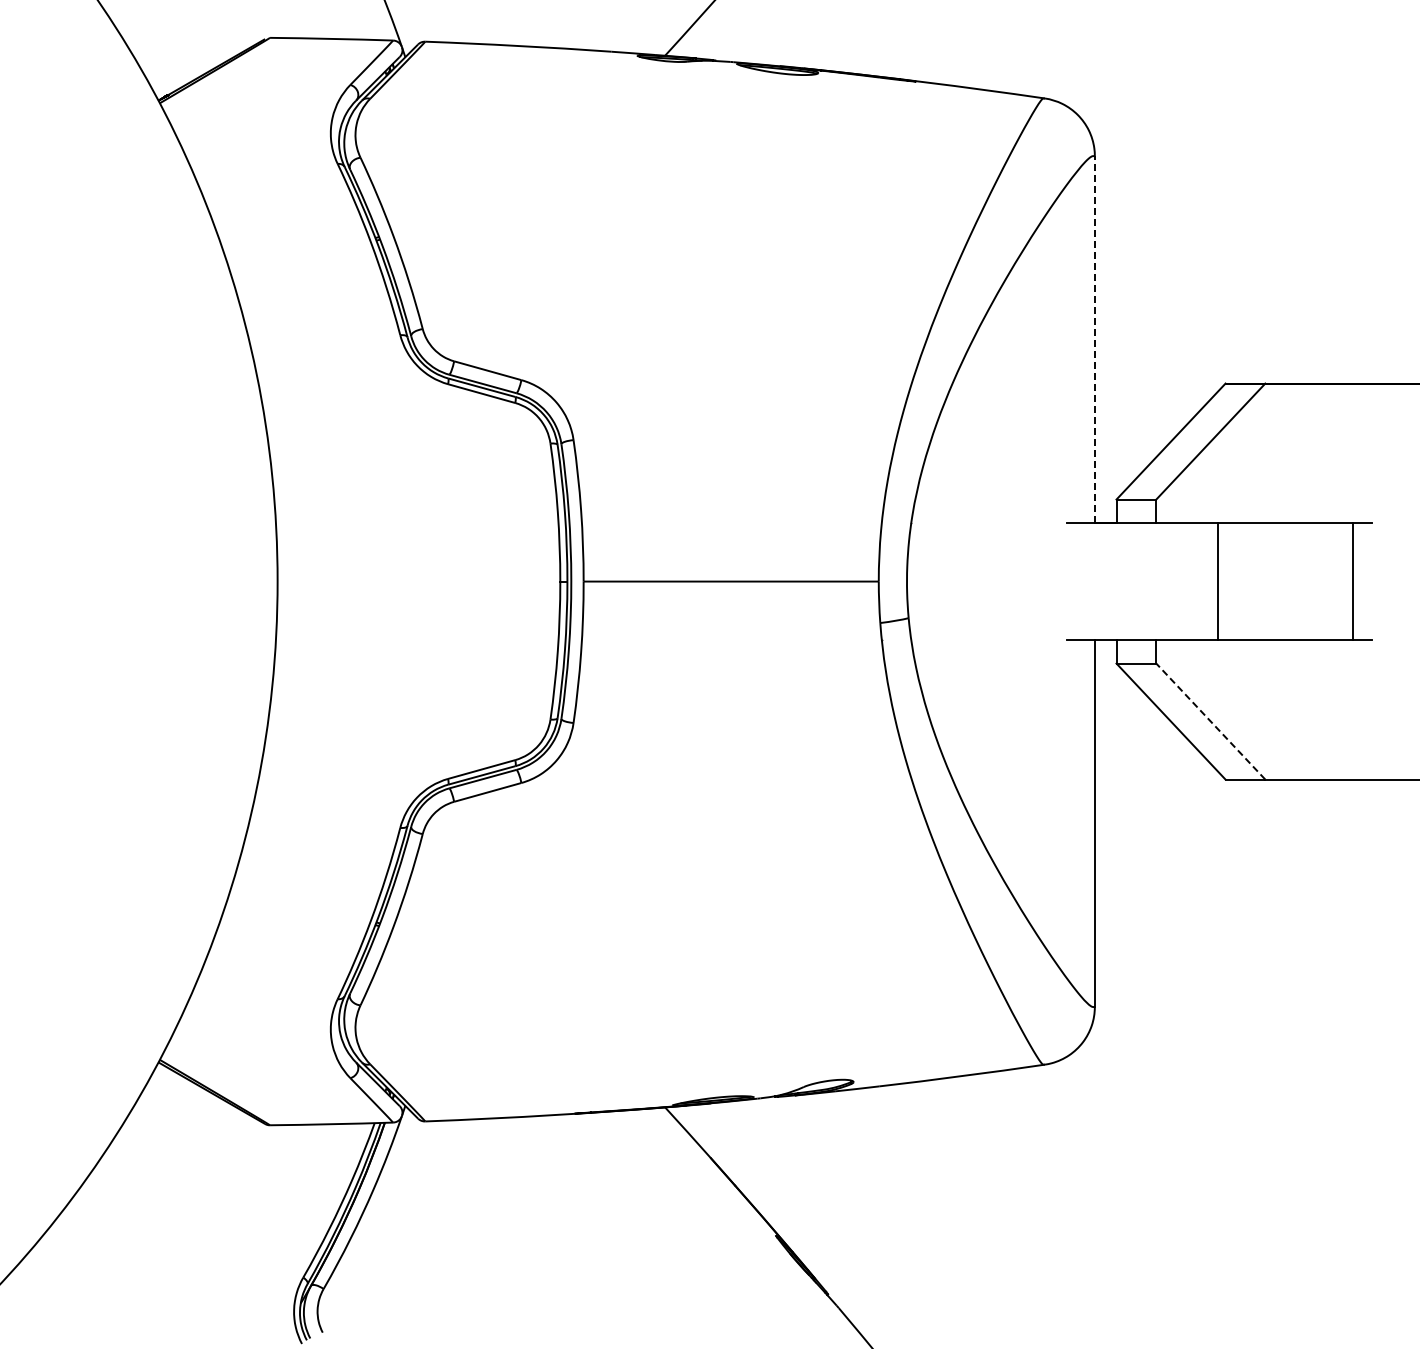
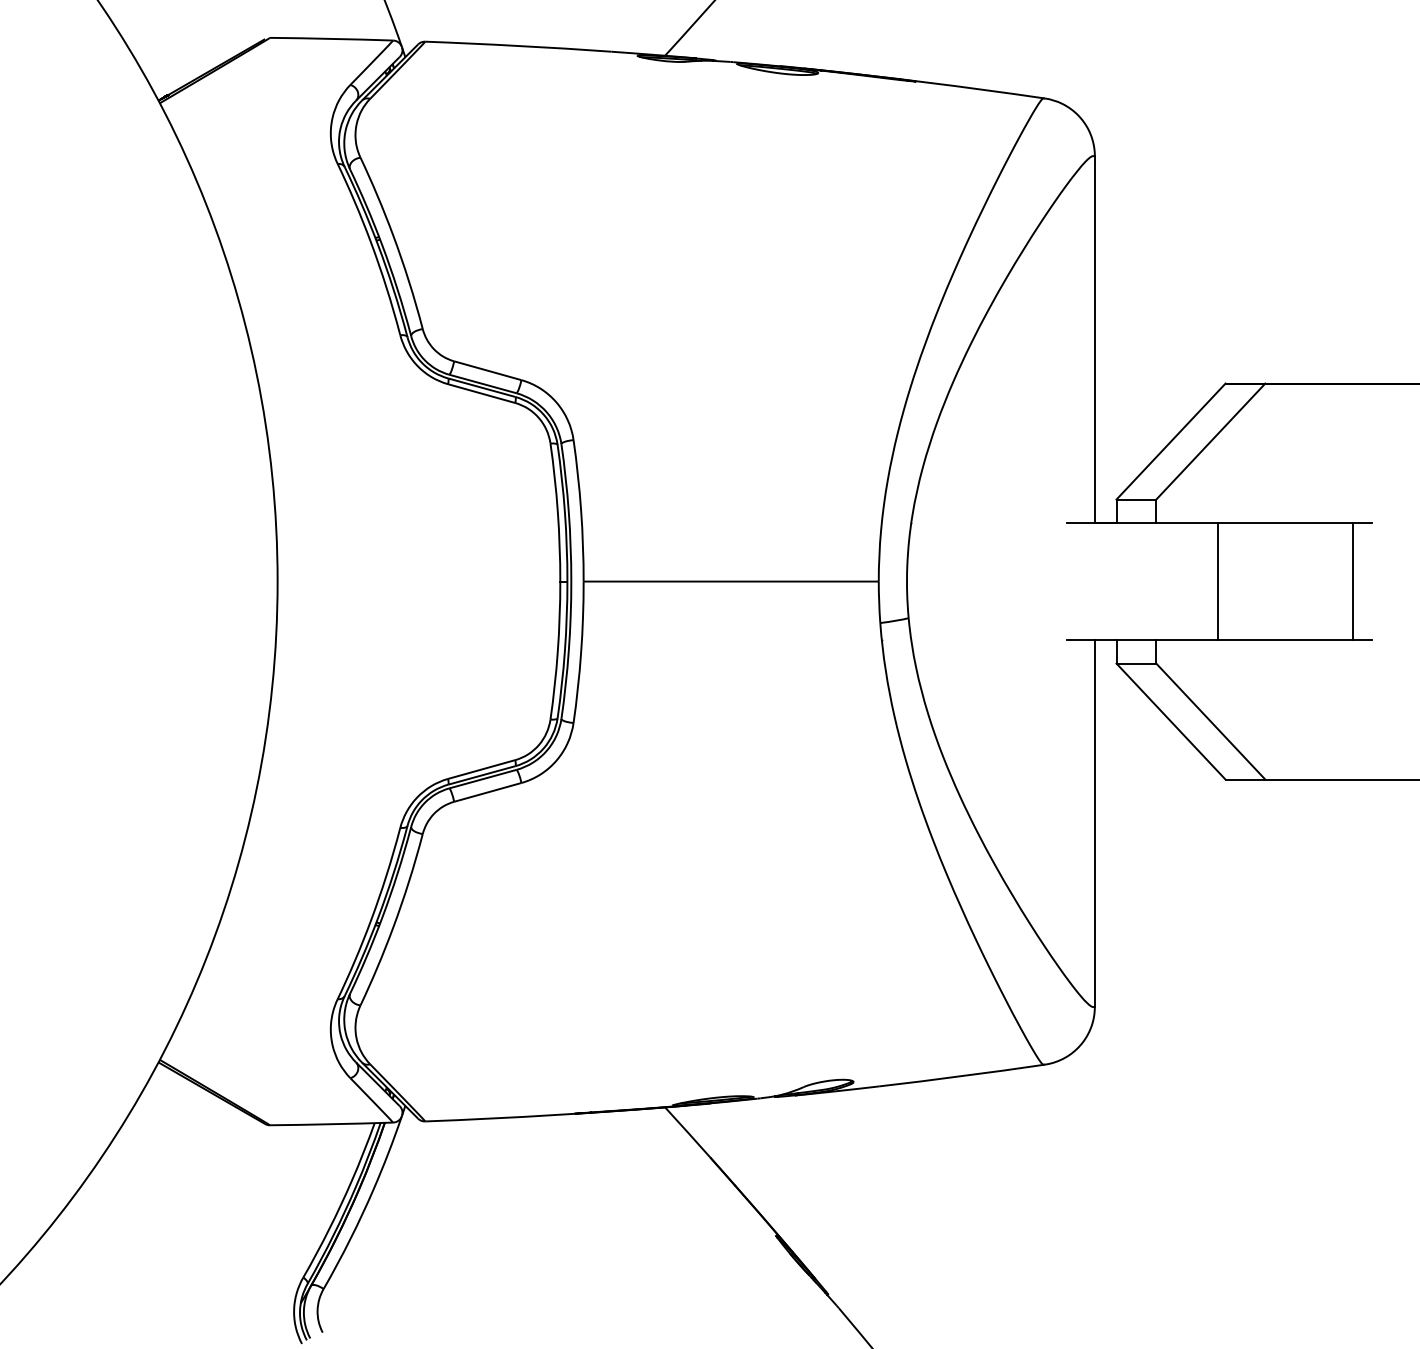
line at (1094, 339): dashed -> solid
line at (1210, 721): dashed -> solid
